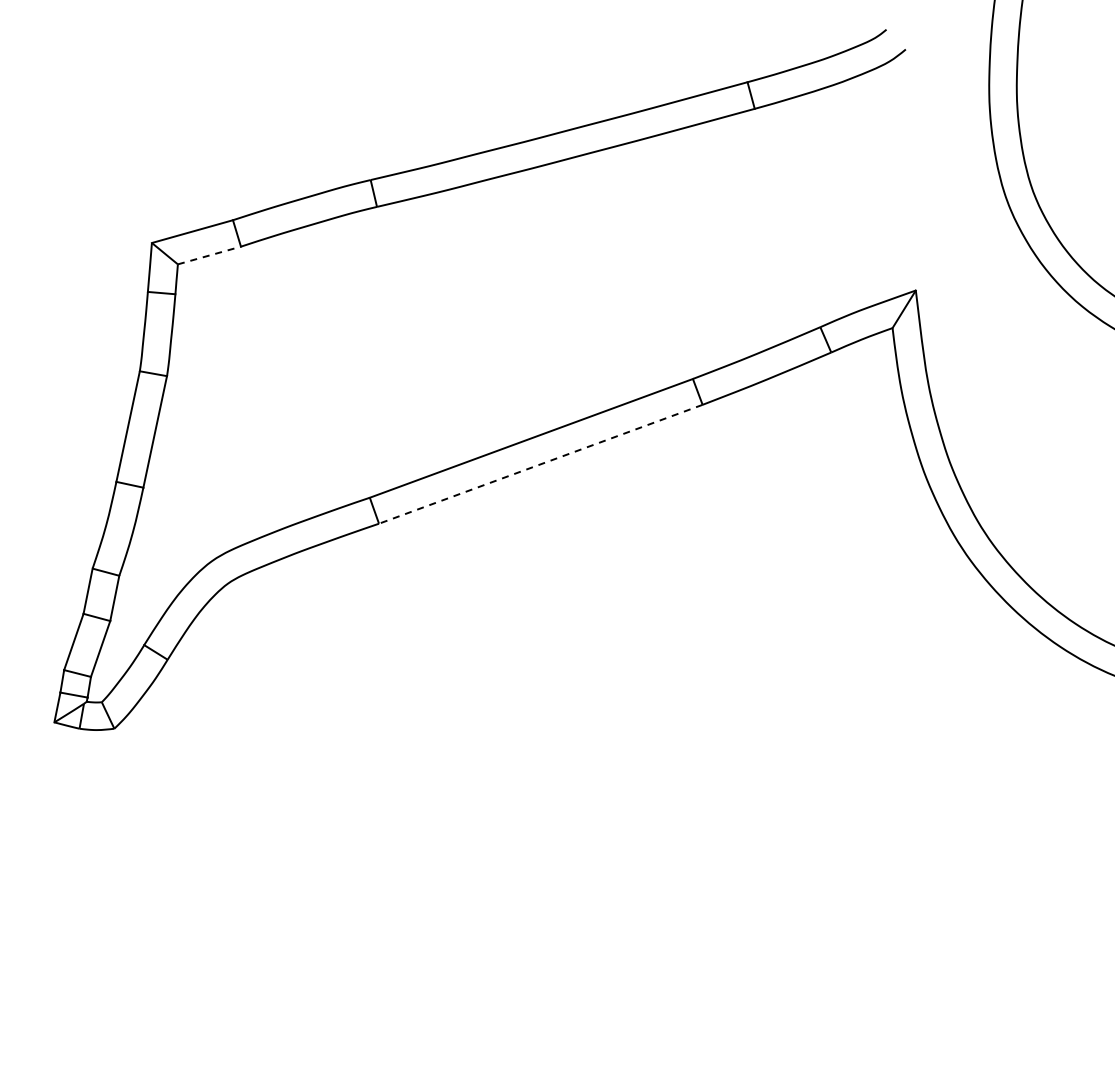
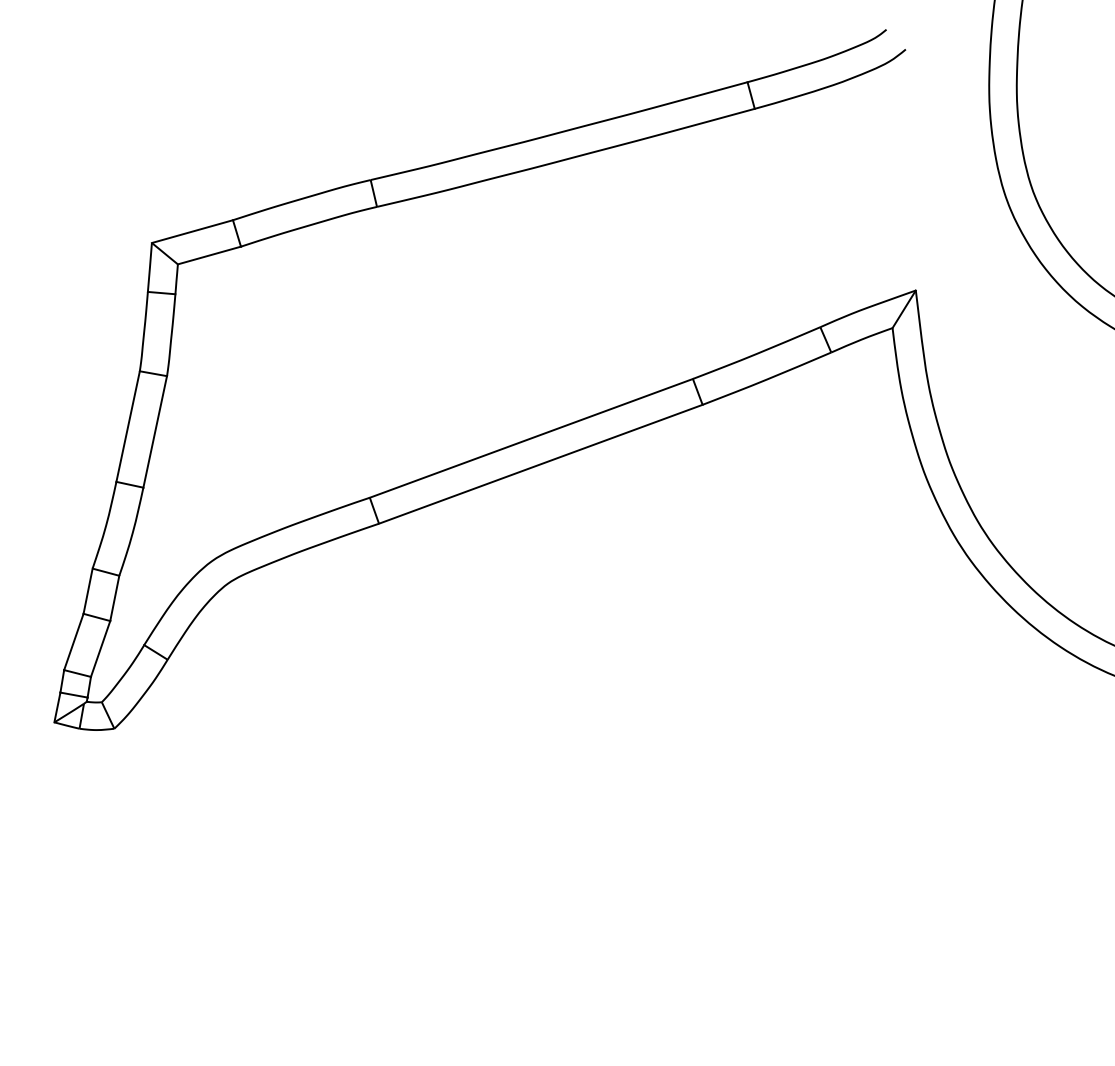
line at (209, 255): dashed -> solid
line at (540, 464): dashed -> solid
